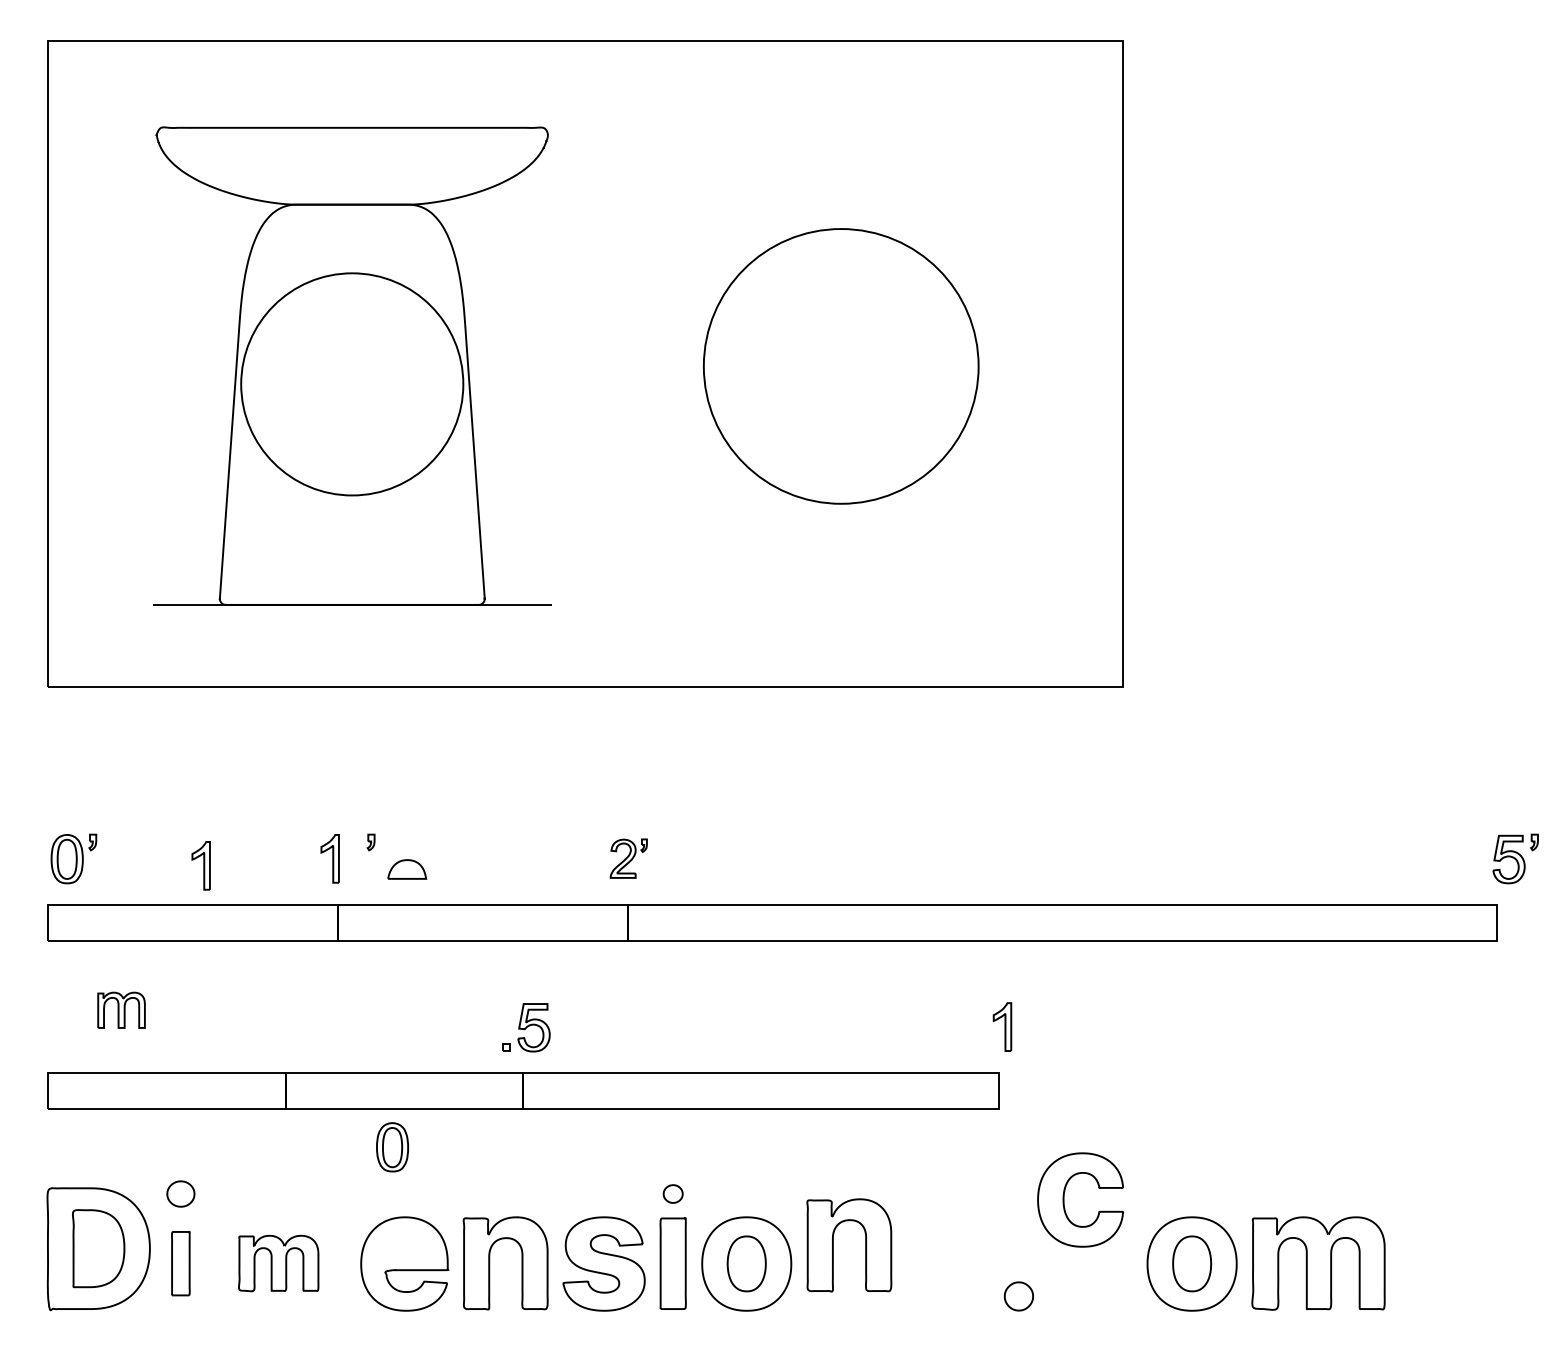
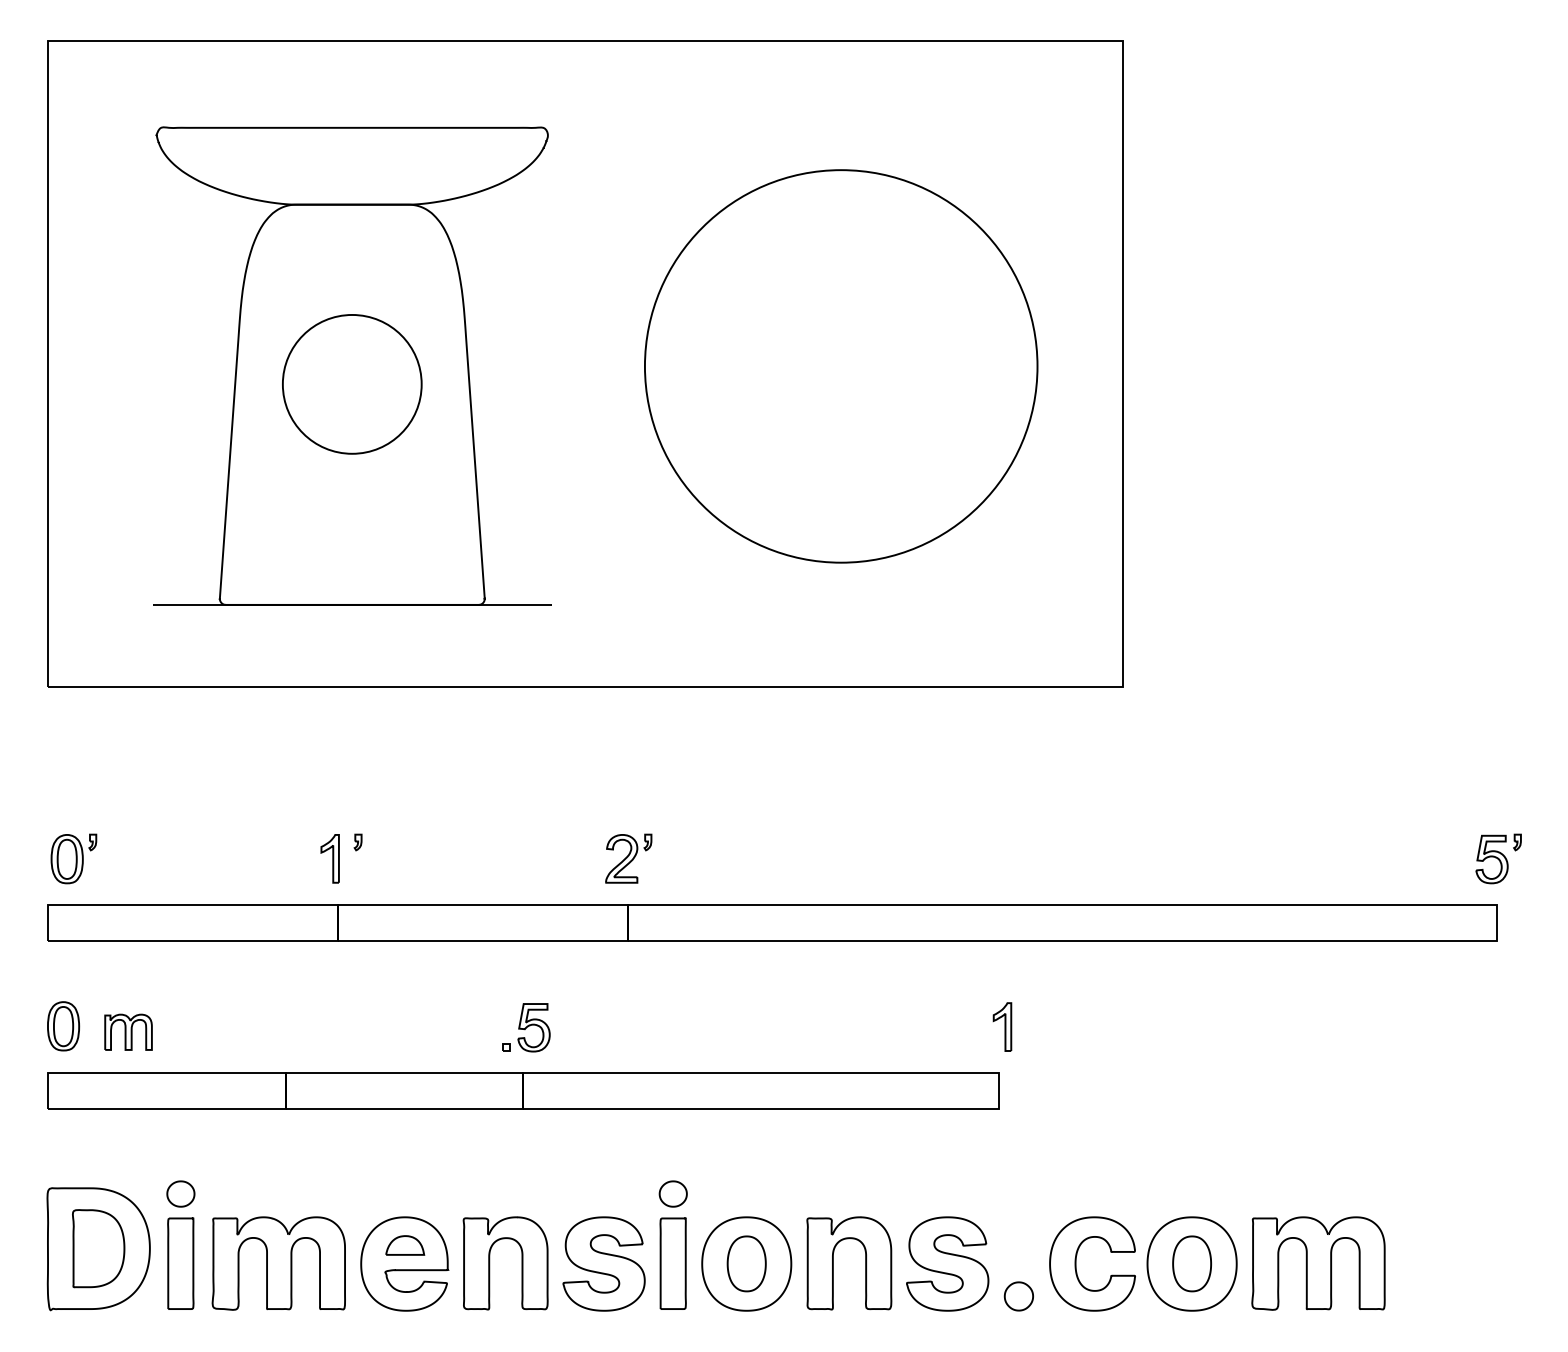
circle at (840, 366) diameter: 275 px -> 393 px
circle at (352, 384) diameter: 222 px -> 139 px
part at (370, 842) position: (370, 842) -> (357, 842)
part at (628, 858) size: 39x41 px -> 48x51 px
part at (1515, 858) position: (1515, 858) -> (1498, 858)
part at (200, 865): present -> none
part at (407, 869) position: (407, 869) -> (405, 1245)
part at (121, 1009) position: (121, 1009) -> (128, 1031)
part at (392, 1147) position: (392, 1147) -> (63, 1026)
part at (672, 1193) size: 22x20 px -> 30x28 px
part at (1064, 1199) position: (1064, 1199) -> (1076, 1263)
part at (833, 1245) position: (833, 1245) -> (833, 1263)
part at (180, 1263) size: 20x66 px -> 28x93 px
part at (278, 1263) size: 82x59 px -> 135x95 px
part at (947, 1263): none -> present
